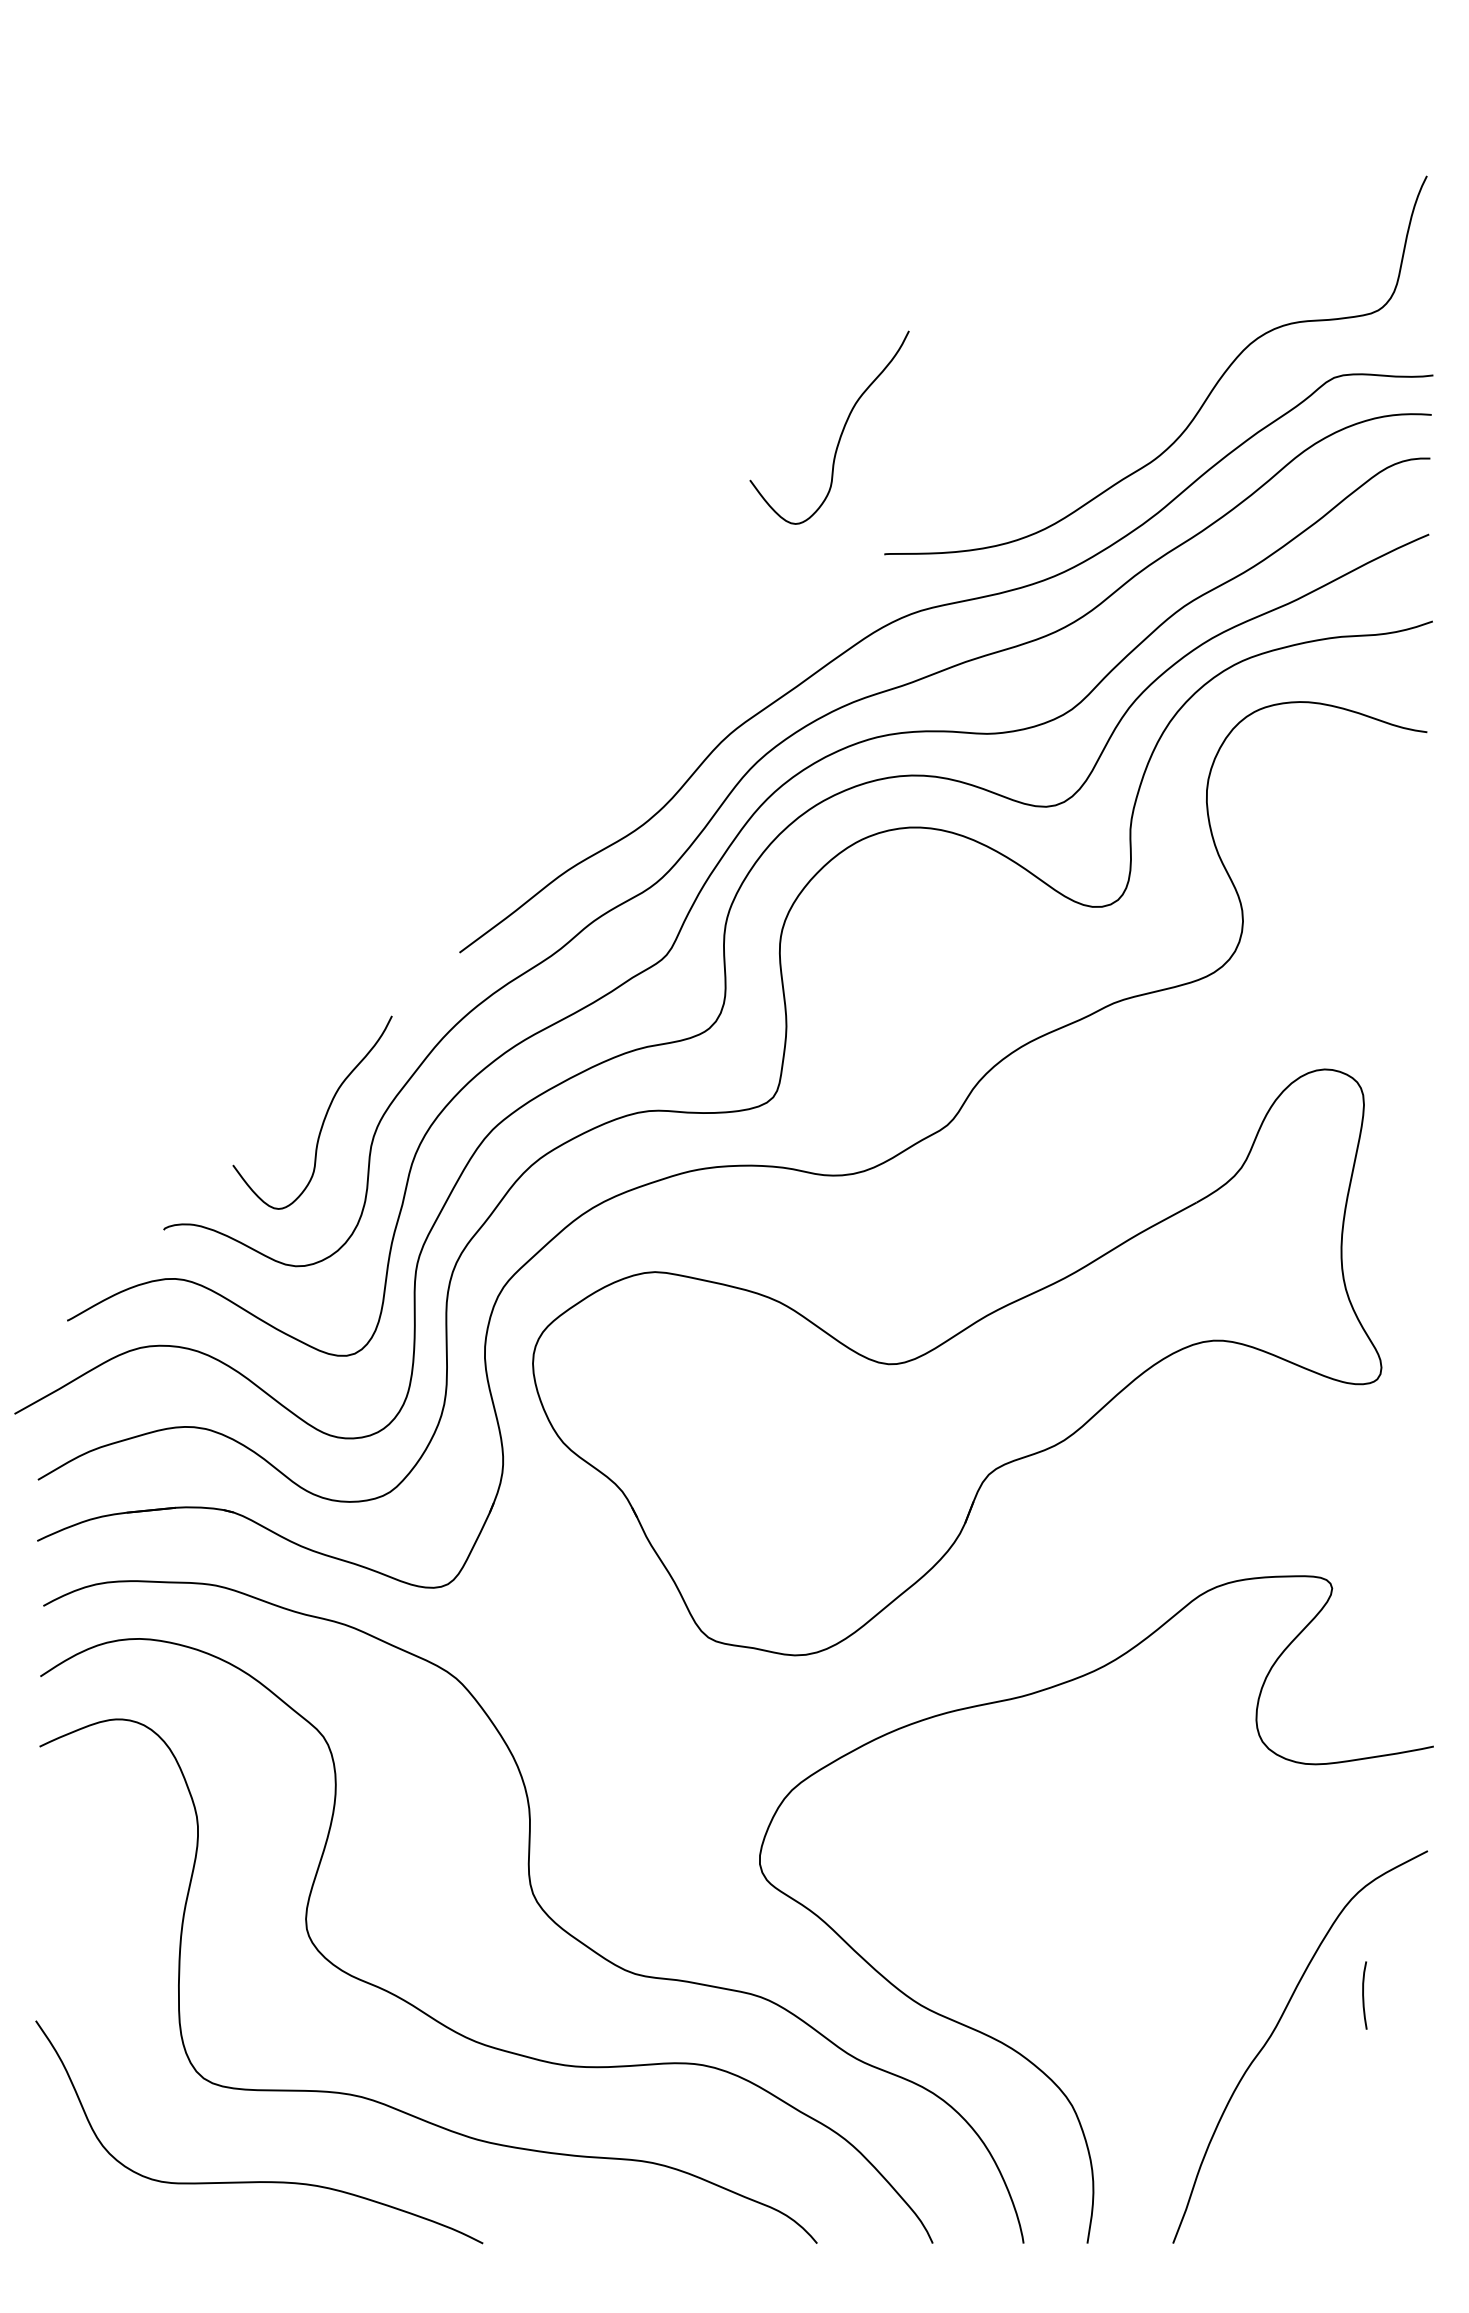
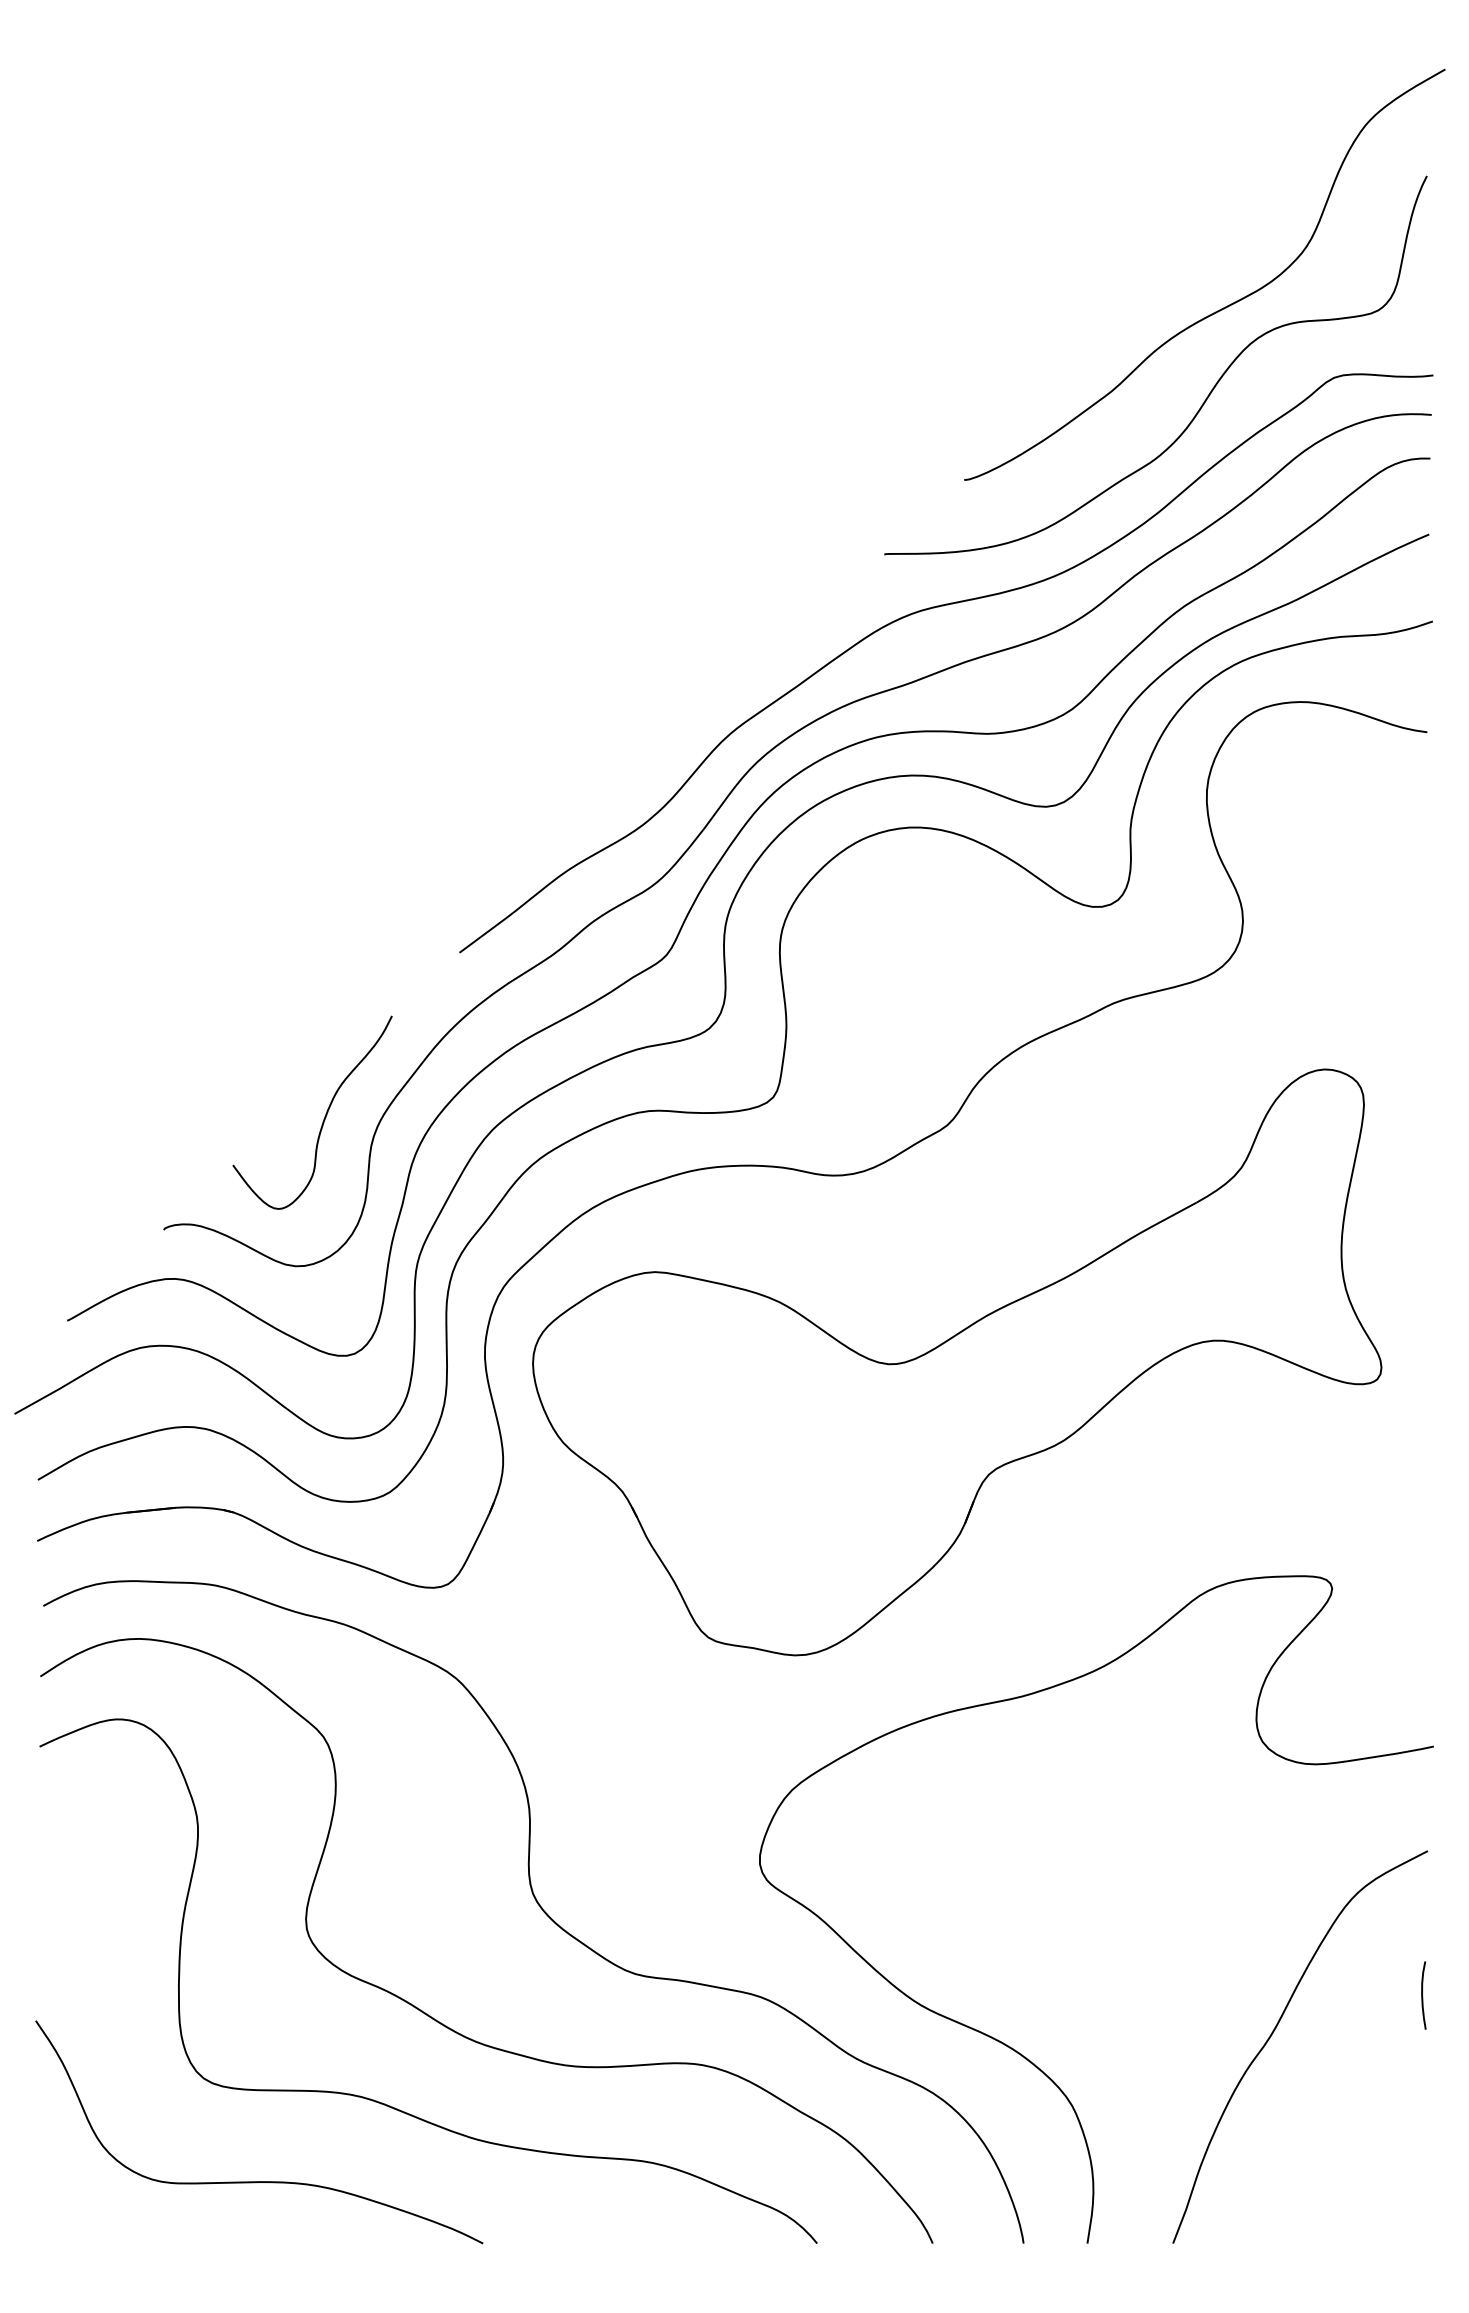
curve at (1221, 308): none -> present
curve at (841, 431): present -> none
curve at (1363, 1995) position: (1363, 1995) -> (1422, 1995)
